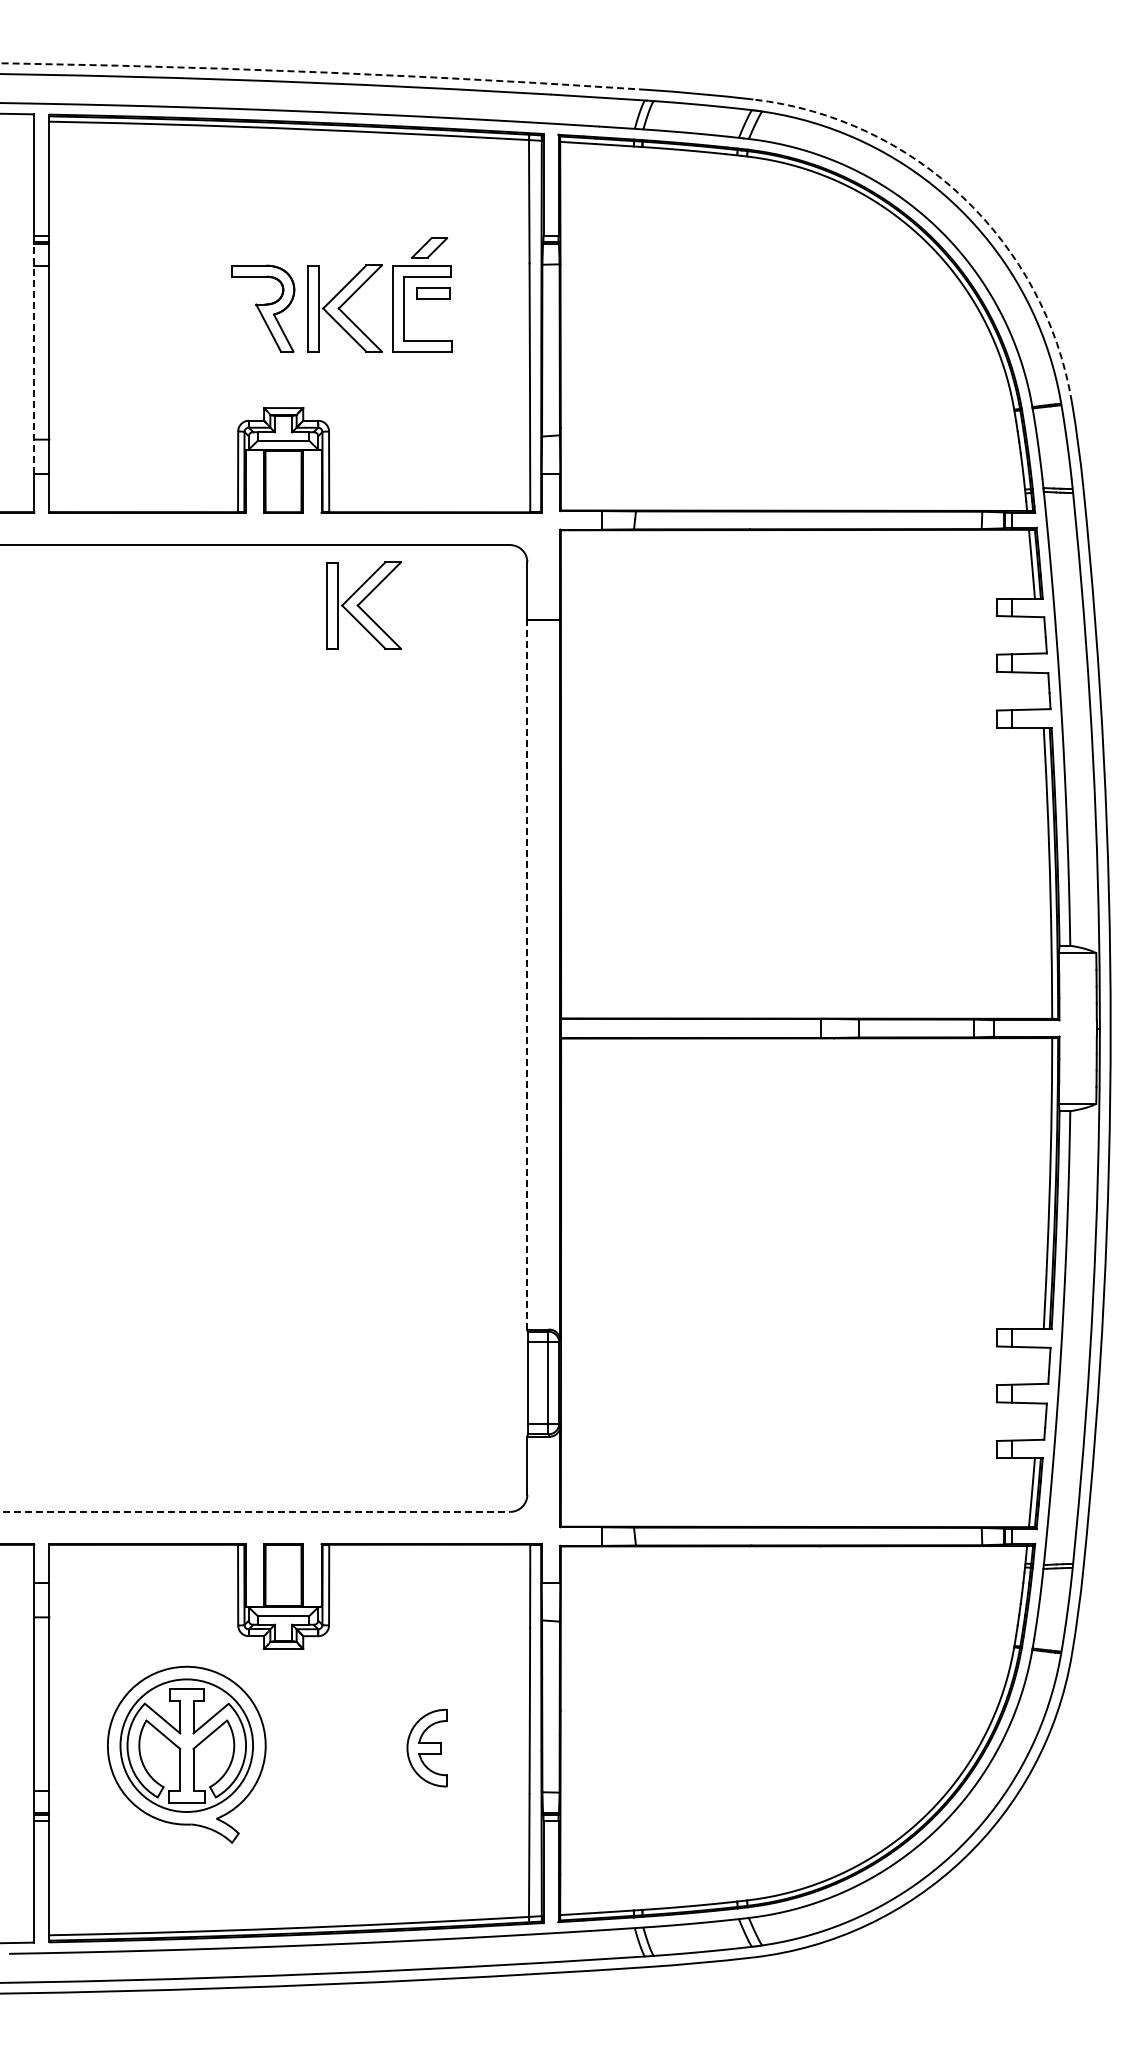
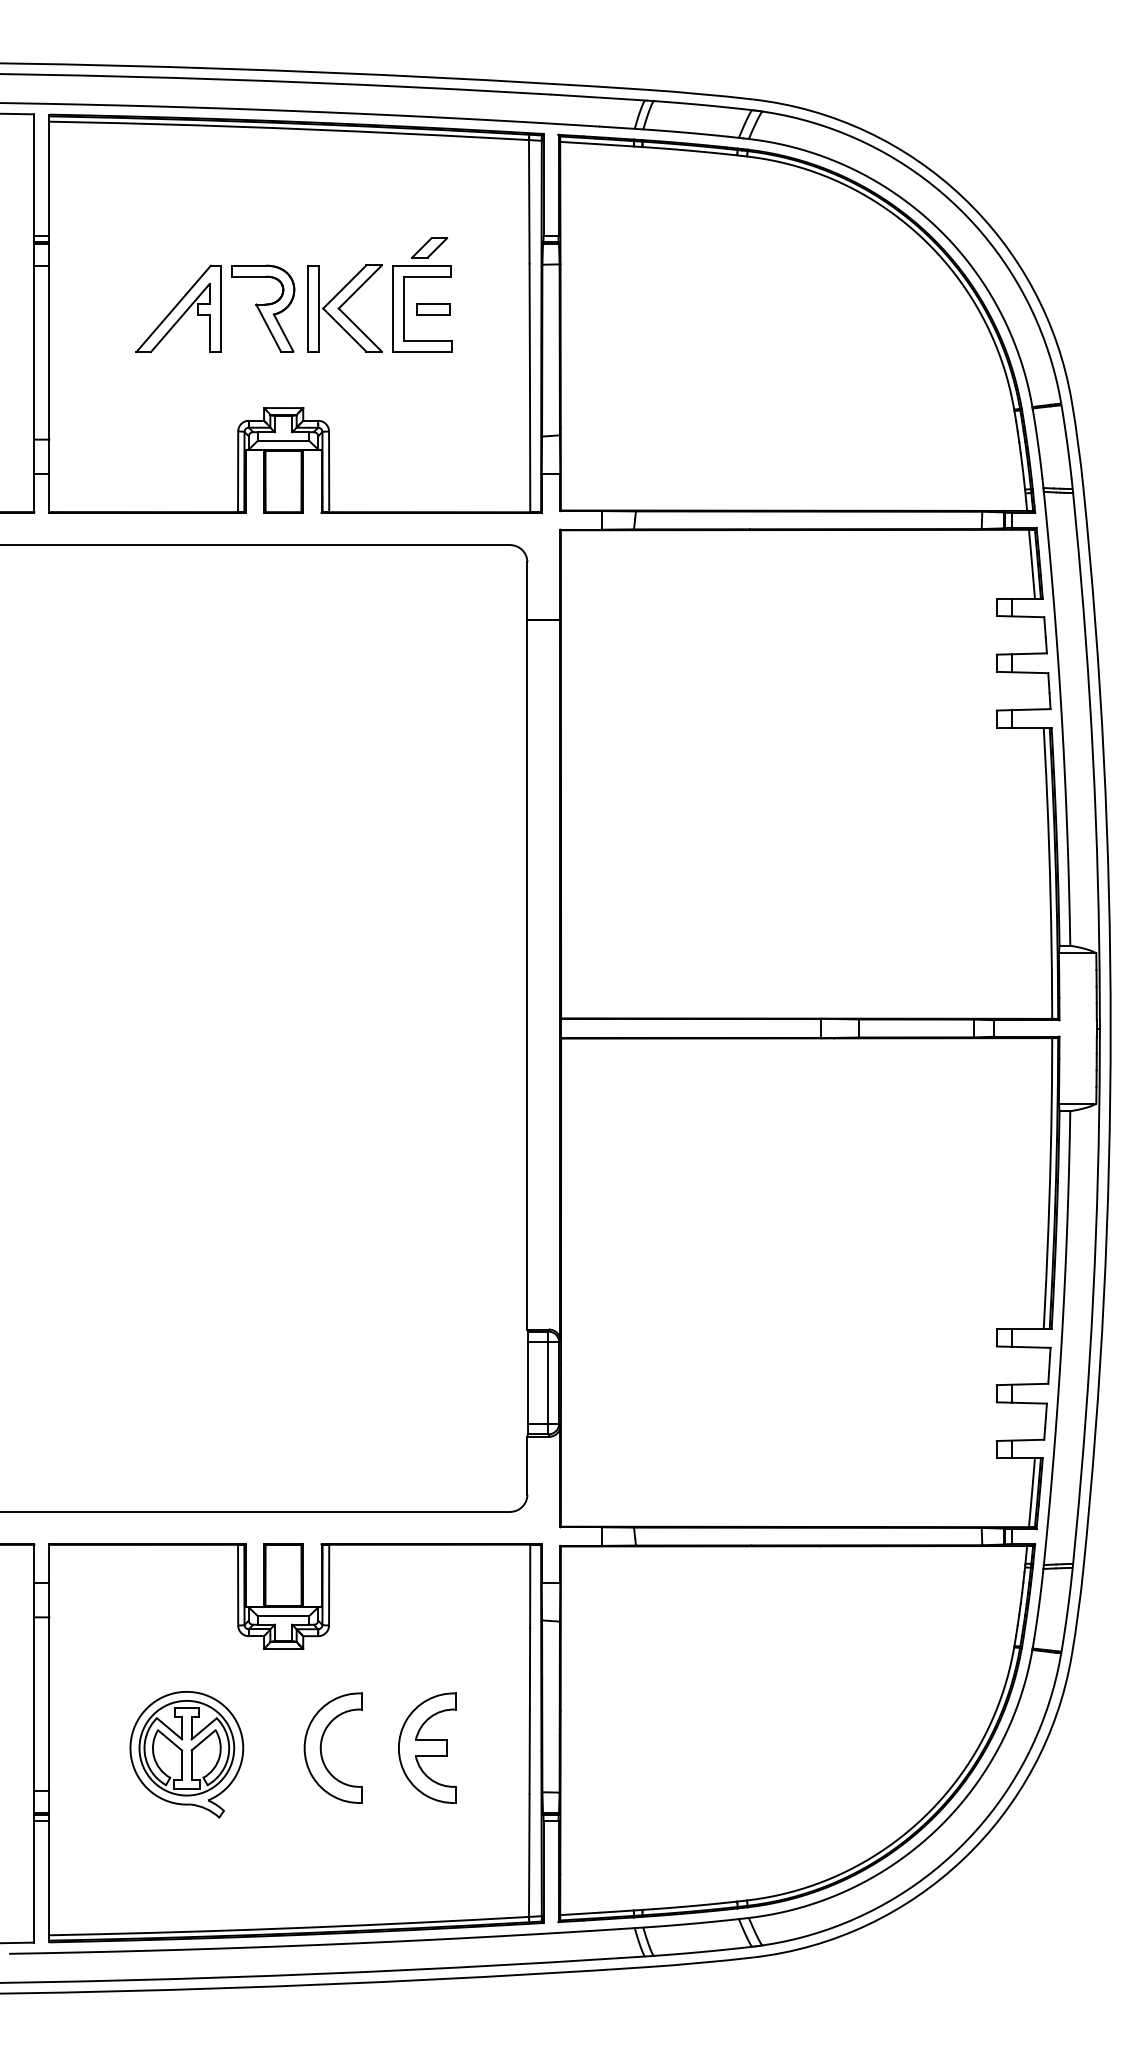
arc at (322, 72): dashed -> solid
arc at (963, 197): dashed -> solid
part at (433, 293) position: (433, 293) -> (433, 309)
part at (178, 308): none -> present
line at (34, 358): dashed -> solid
part at (364, 605): present -> none
line at (527, 975): dashed -> solid
line at (255, 1511): dashed -> solid
part at (321, 1747): none -> present
part at (426, 1747) size: 42x80 px -> 59x112 px
part at (186, 1754) size: 160x179 px -> 116x129 px
